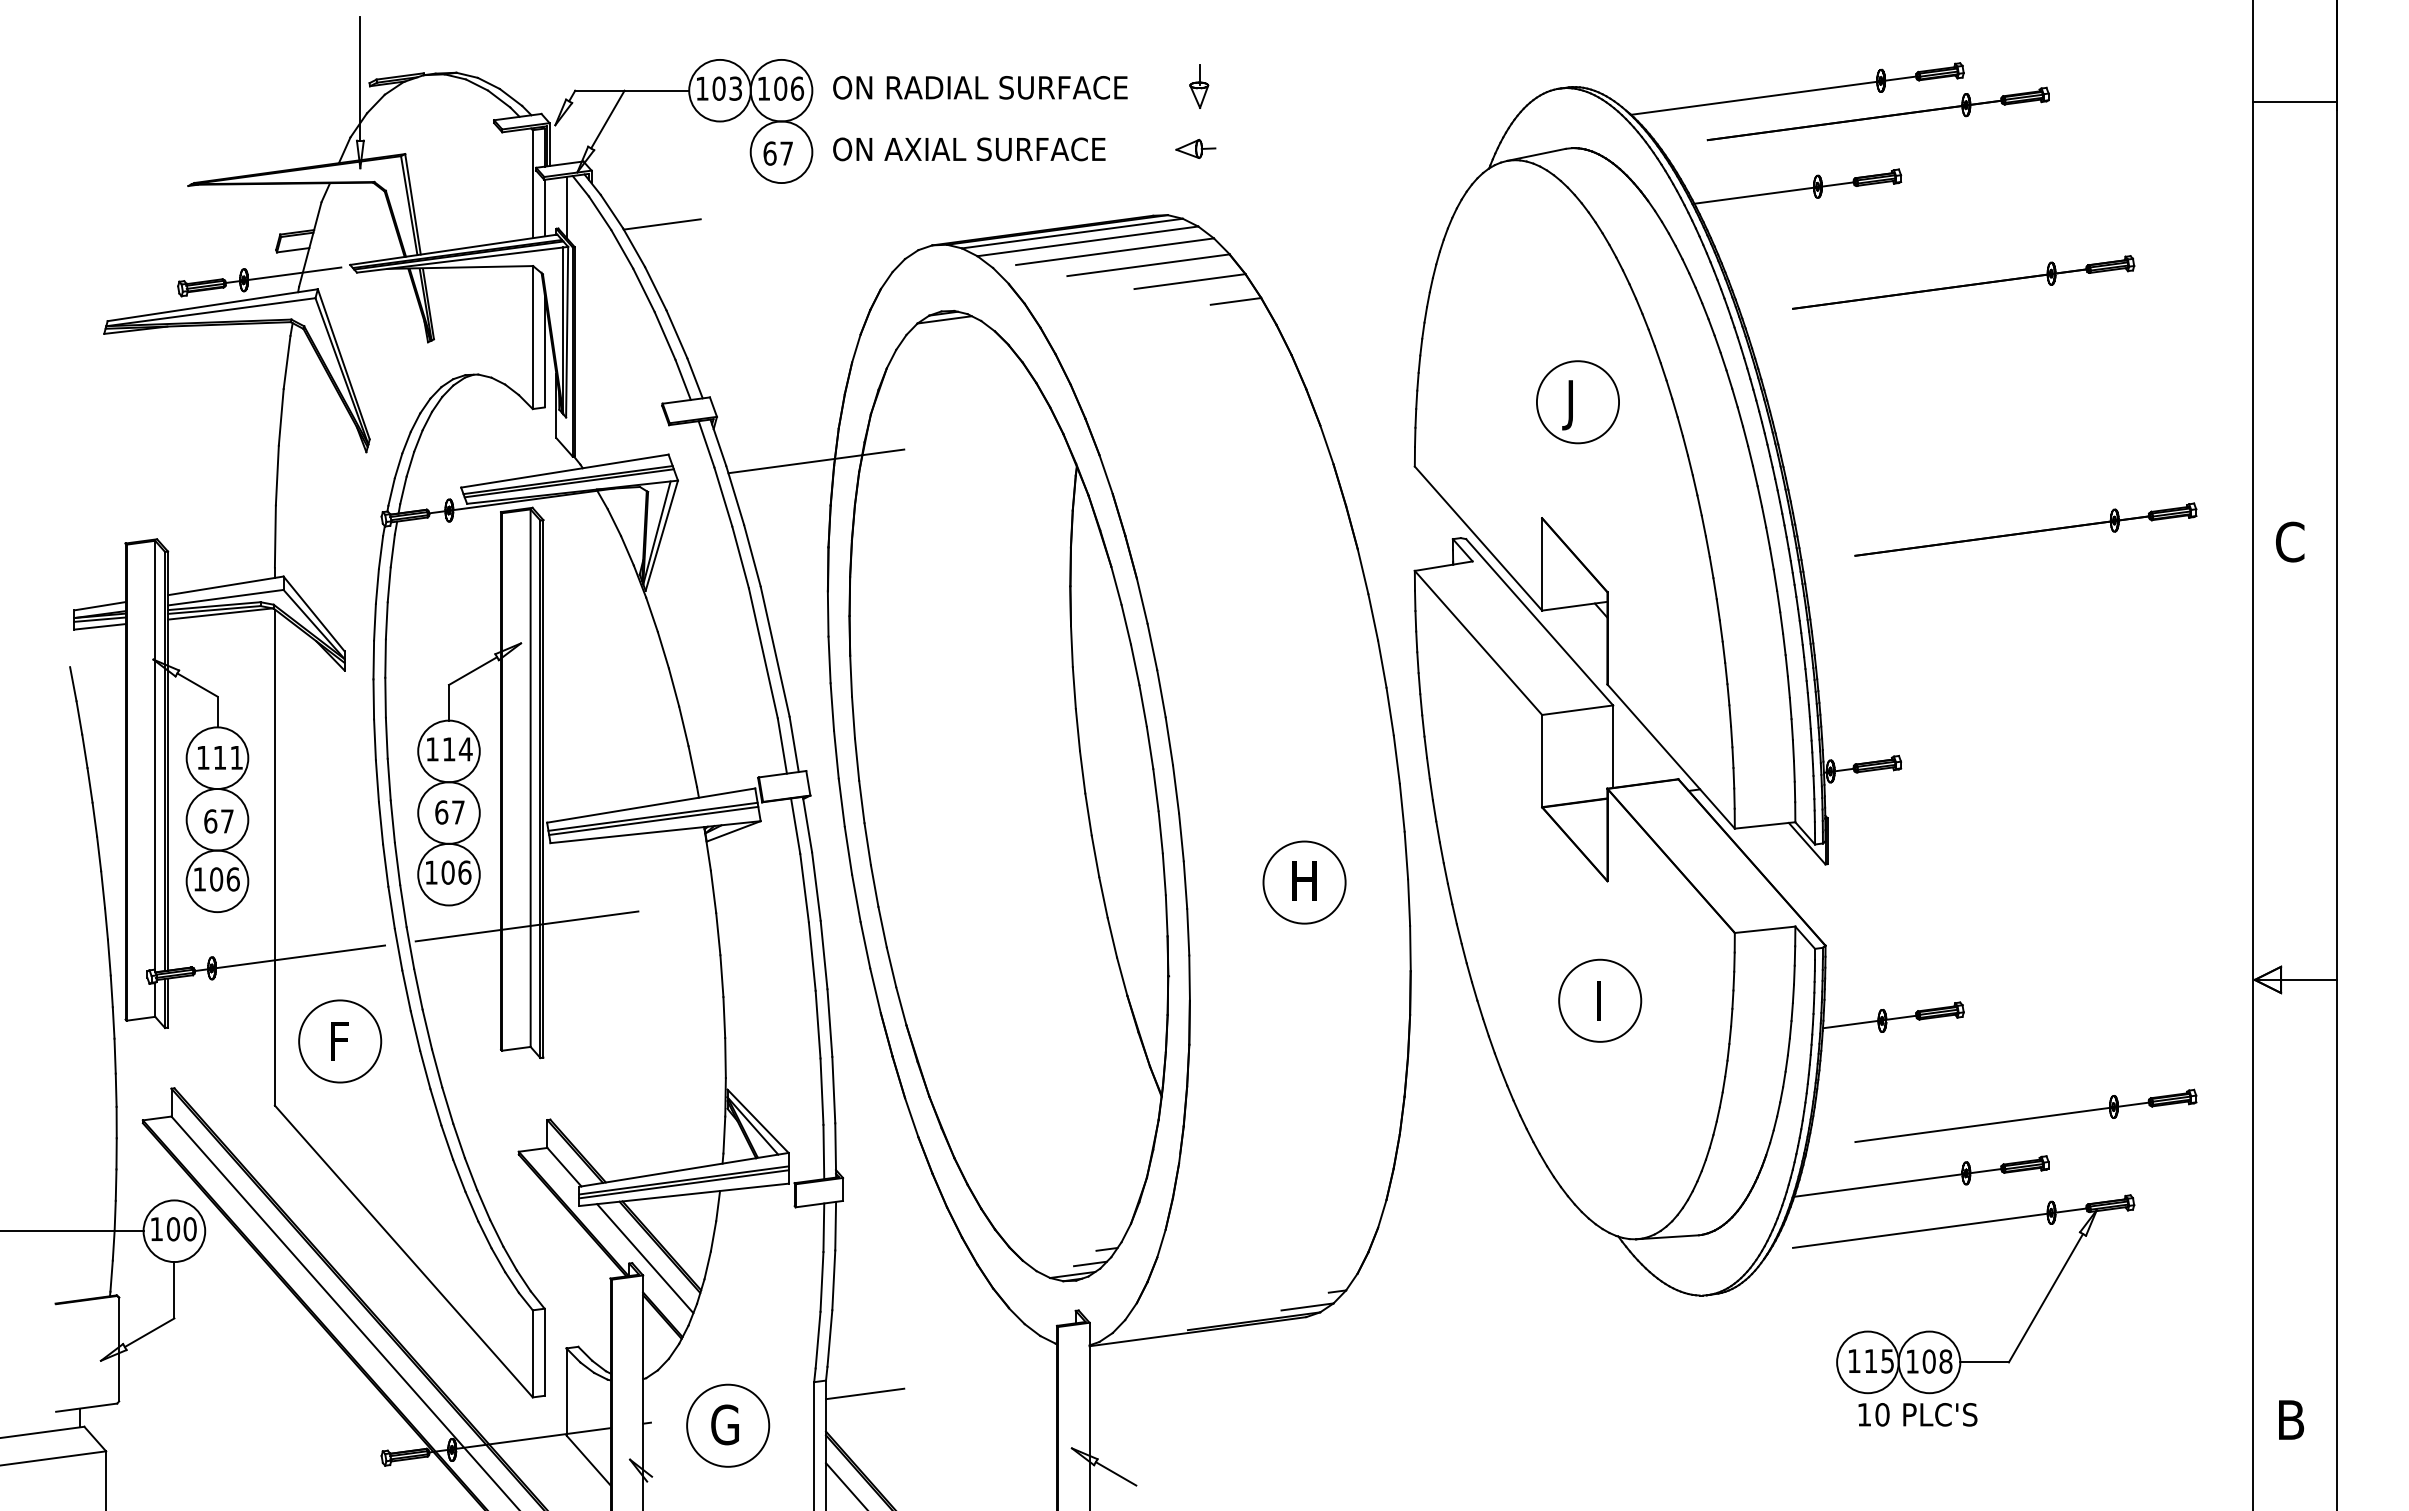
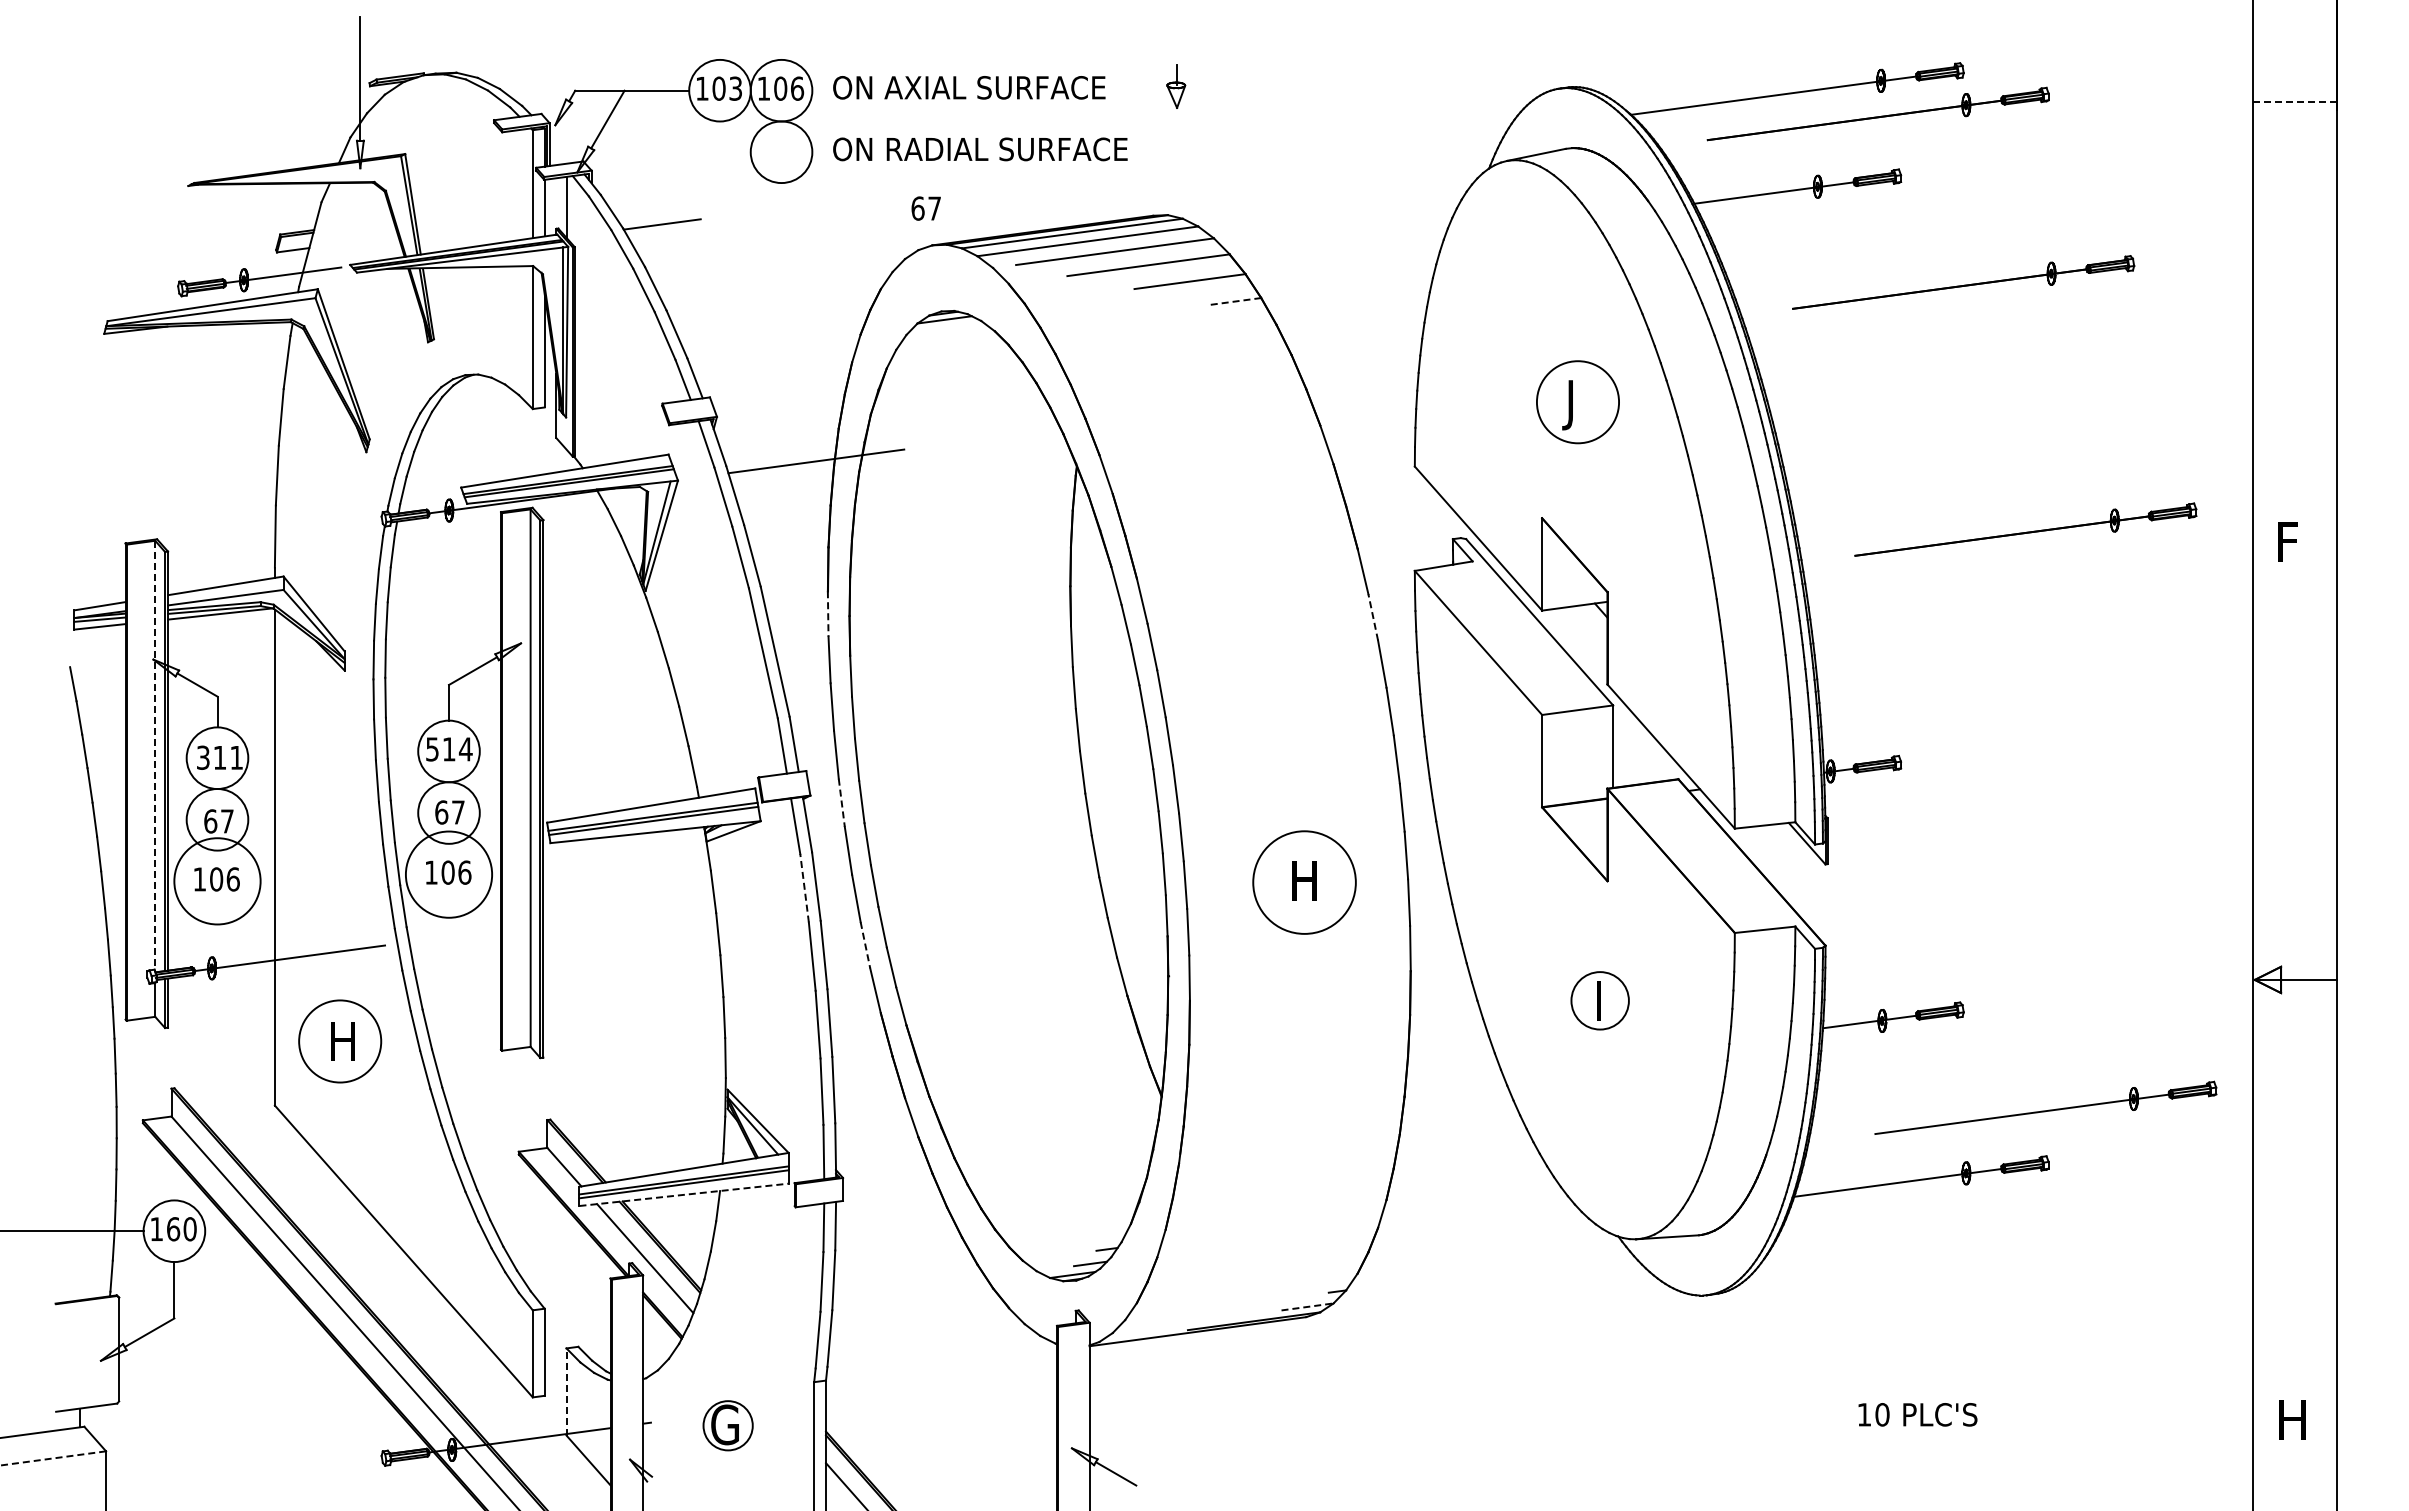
part at (1199, 86) position: (1199, 86) -> (1176, 86)
text at (1005, 87): ON RADIAL SURFACE -> ON AXIAL SURFACE
line at (2295, 102): solid -> dashed
part at (1195, 148): present -> none
text at (1005, 149): ON AXIAL SURFACE -> ON RADIAL SURFACE
text at (777, 153) position: (777, 153) -> (925, 208)
line at (1236, 301): solid -> dashed
text at (2290, 541): C -> F
line at (828, 613): solid -> dashed
line at (1373, 617): solid -> dashed
text at (432, 749): 114 -> 514
line at (155, 756): solid -> dashed
text at (203, 757): 111 -> 311
line at (841, 803): solid -> dashed
circle at (448, 874) diameter: 62 px -> 86 px
circle at (217, 881) diameter: 62 px -> 86 px
circle at (1304, 882) diameter: 82 px -> 103 px
line at (804, 888): solid -> dashed
line at (526, 926): present -> none
line at (865, 945): solid -> dashed
circle at (1600, 1000) diameter: 82 px -> 57 px
text at (344, 1041): F -> H
part at (2025, 1115) position: (2025, 1115) -> (2045, 1107)
line at (684, 1194): solid -> dashed
text at (173, 1229): 100 -> 160
line at (1308, 1306): solid -> dashed
part at (1944, 1334): present -> none
line at (566, 1391): solid -> dashed
line at (865, 1393): present -> none
text at (2292, 1419): B -> H
circle at (728, 1425) diameter: 82 px -> 49 px
line at (52, 1458): solid -> dashed
